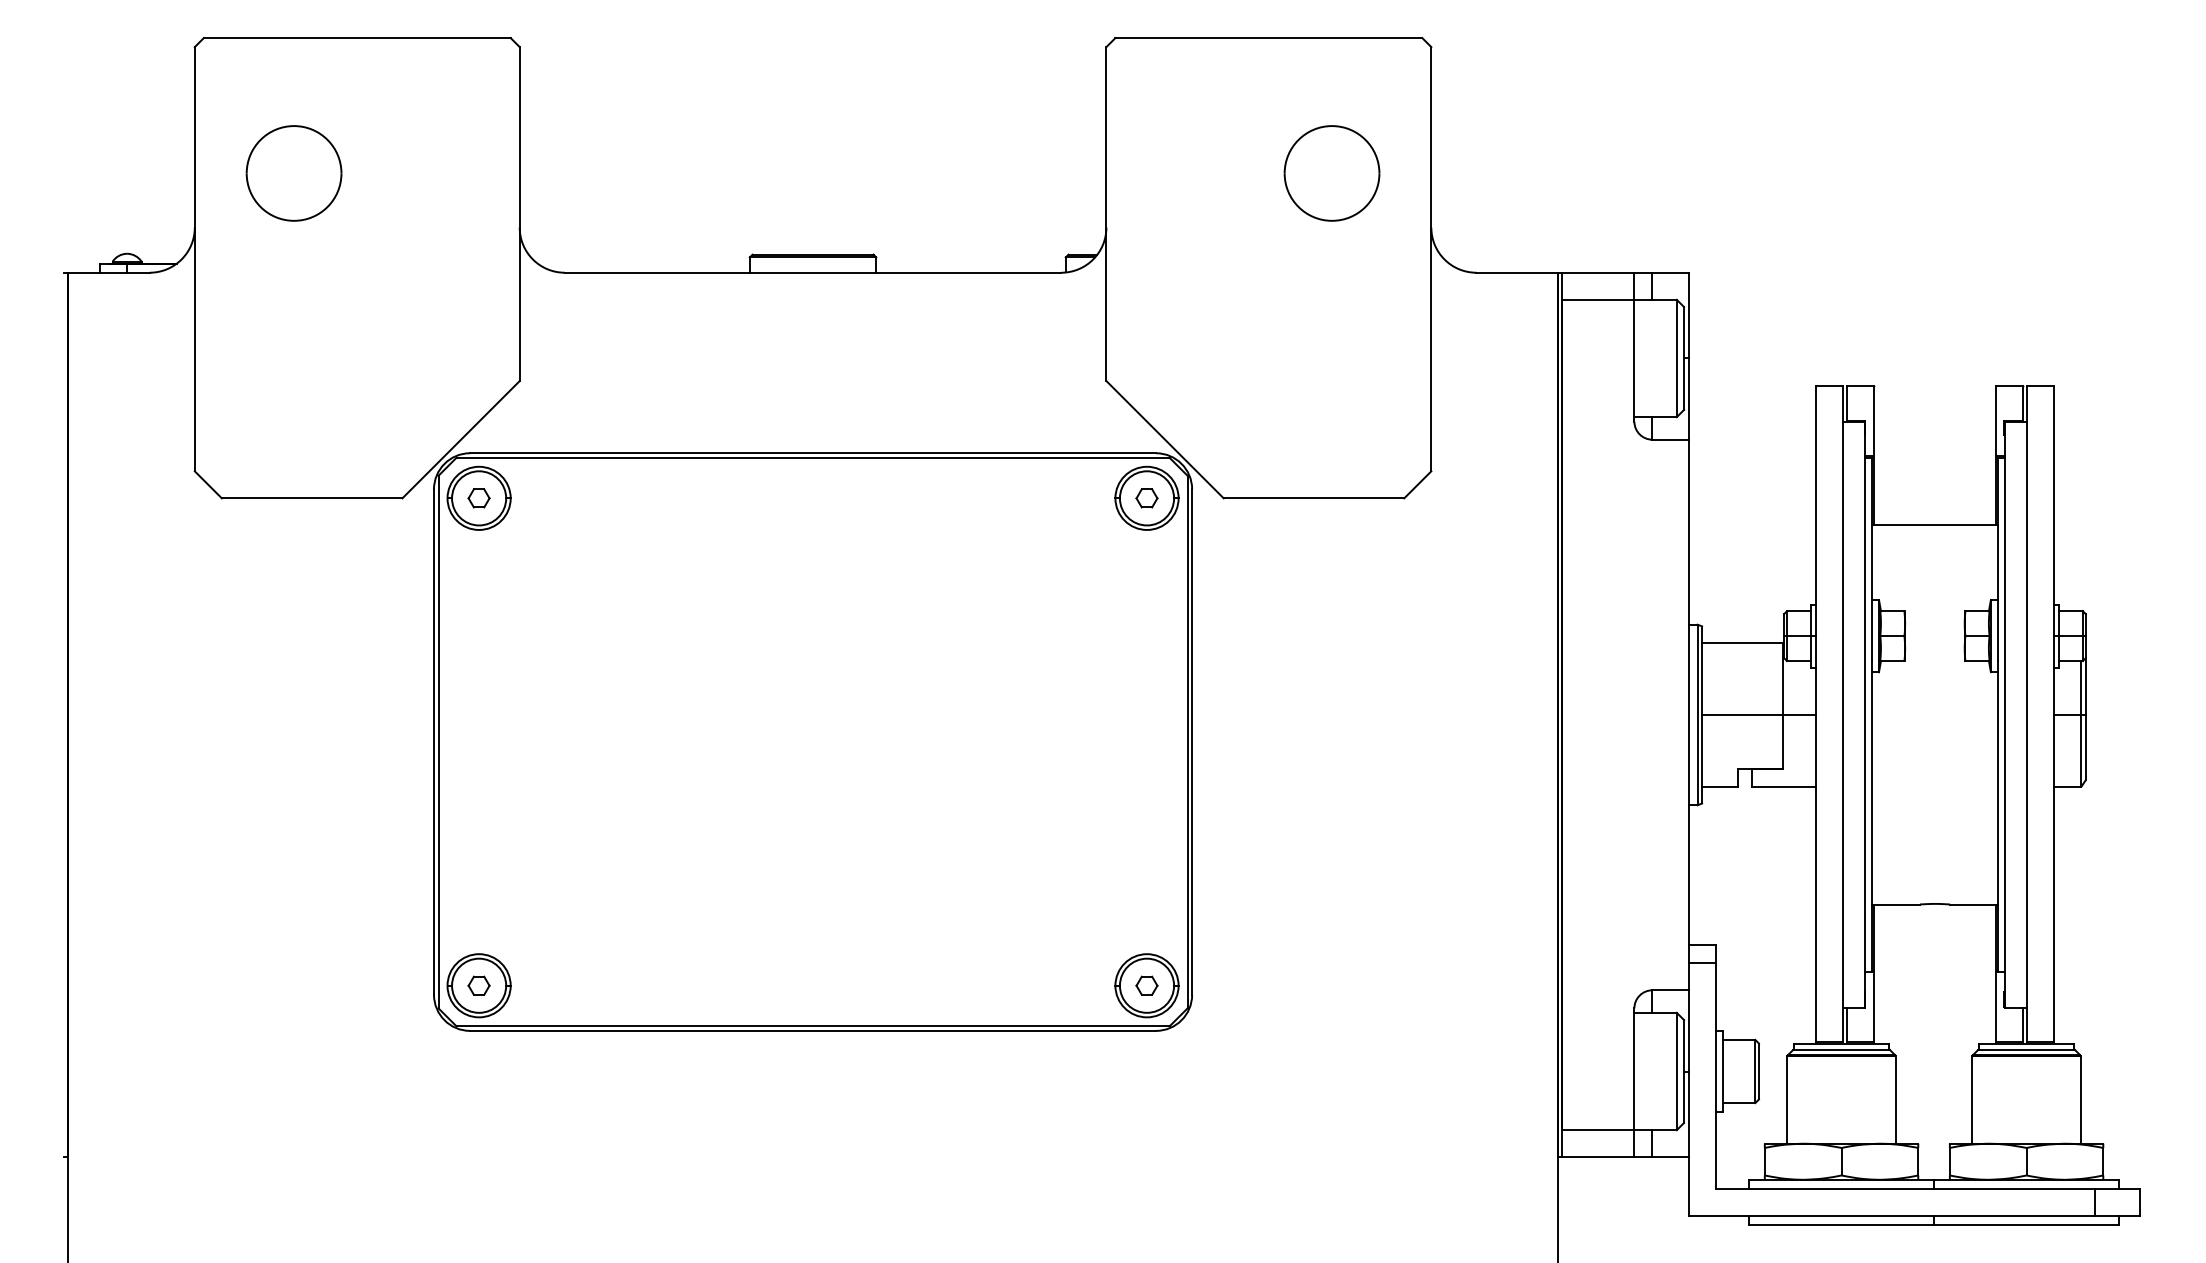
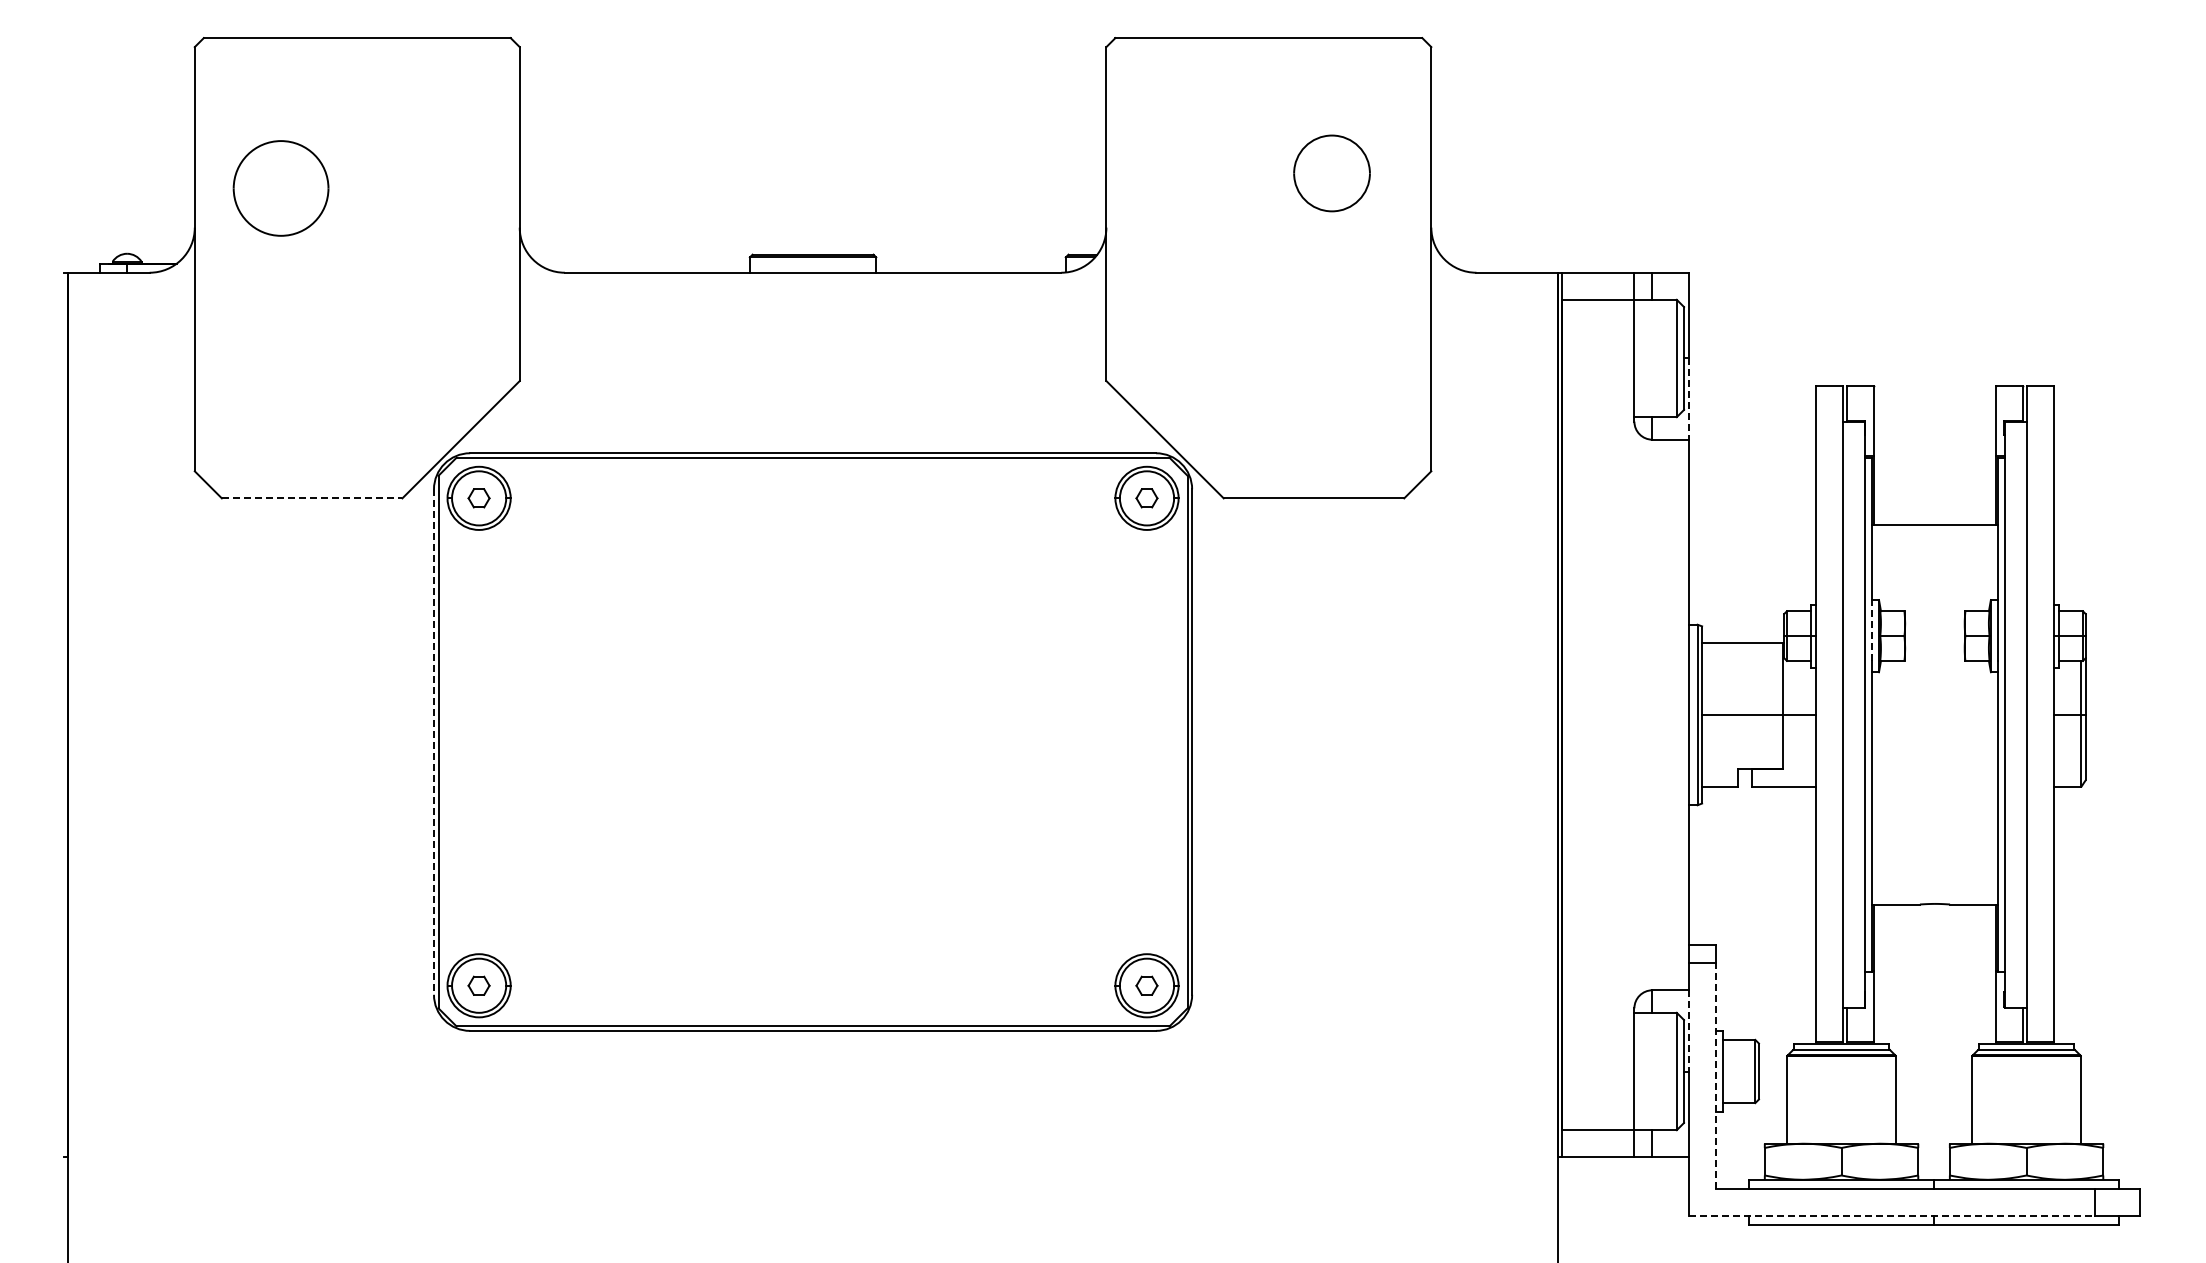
part at (293, 173) position: (293, 173) -> (280, 188)
part at (1331, 173) size: 98x97 px -> 78x79 px
line at (1688, 399): solid -> dashed
line at (312, 498): solid -> dashed
line at (1871, 630): solid -> dashed
line at (433, 742): solid -> dashed
line at (1688, 1030): solid -> dashed
line at (1715, 1076): solid -> dashed
line at (1892, 1215): solid -> dashed
